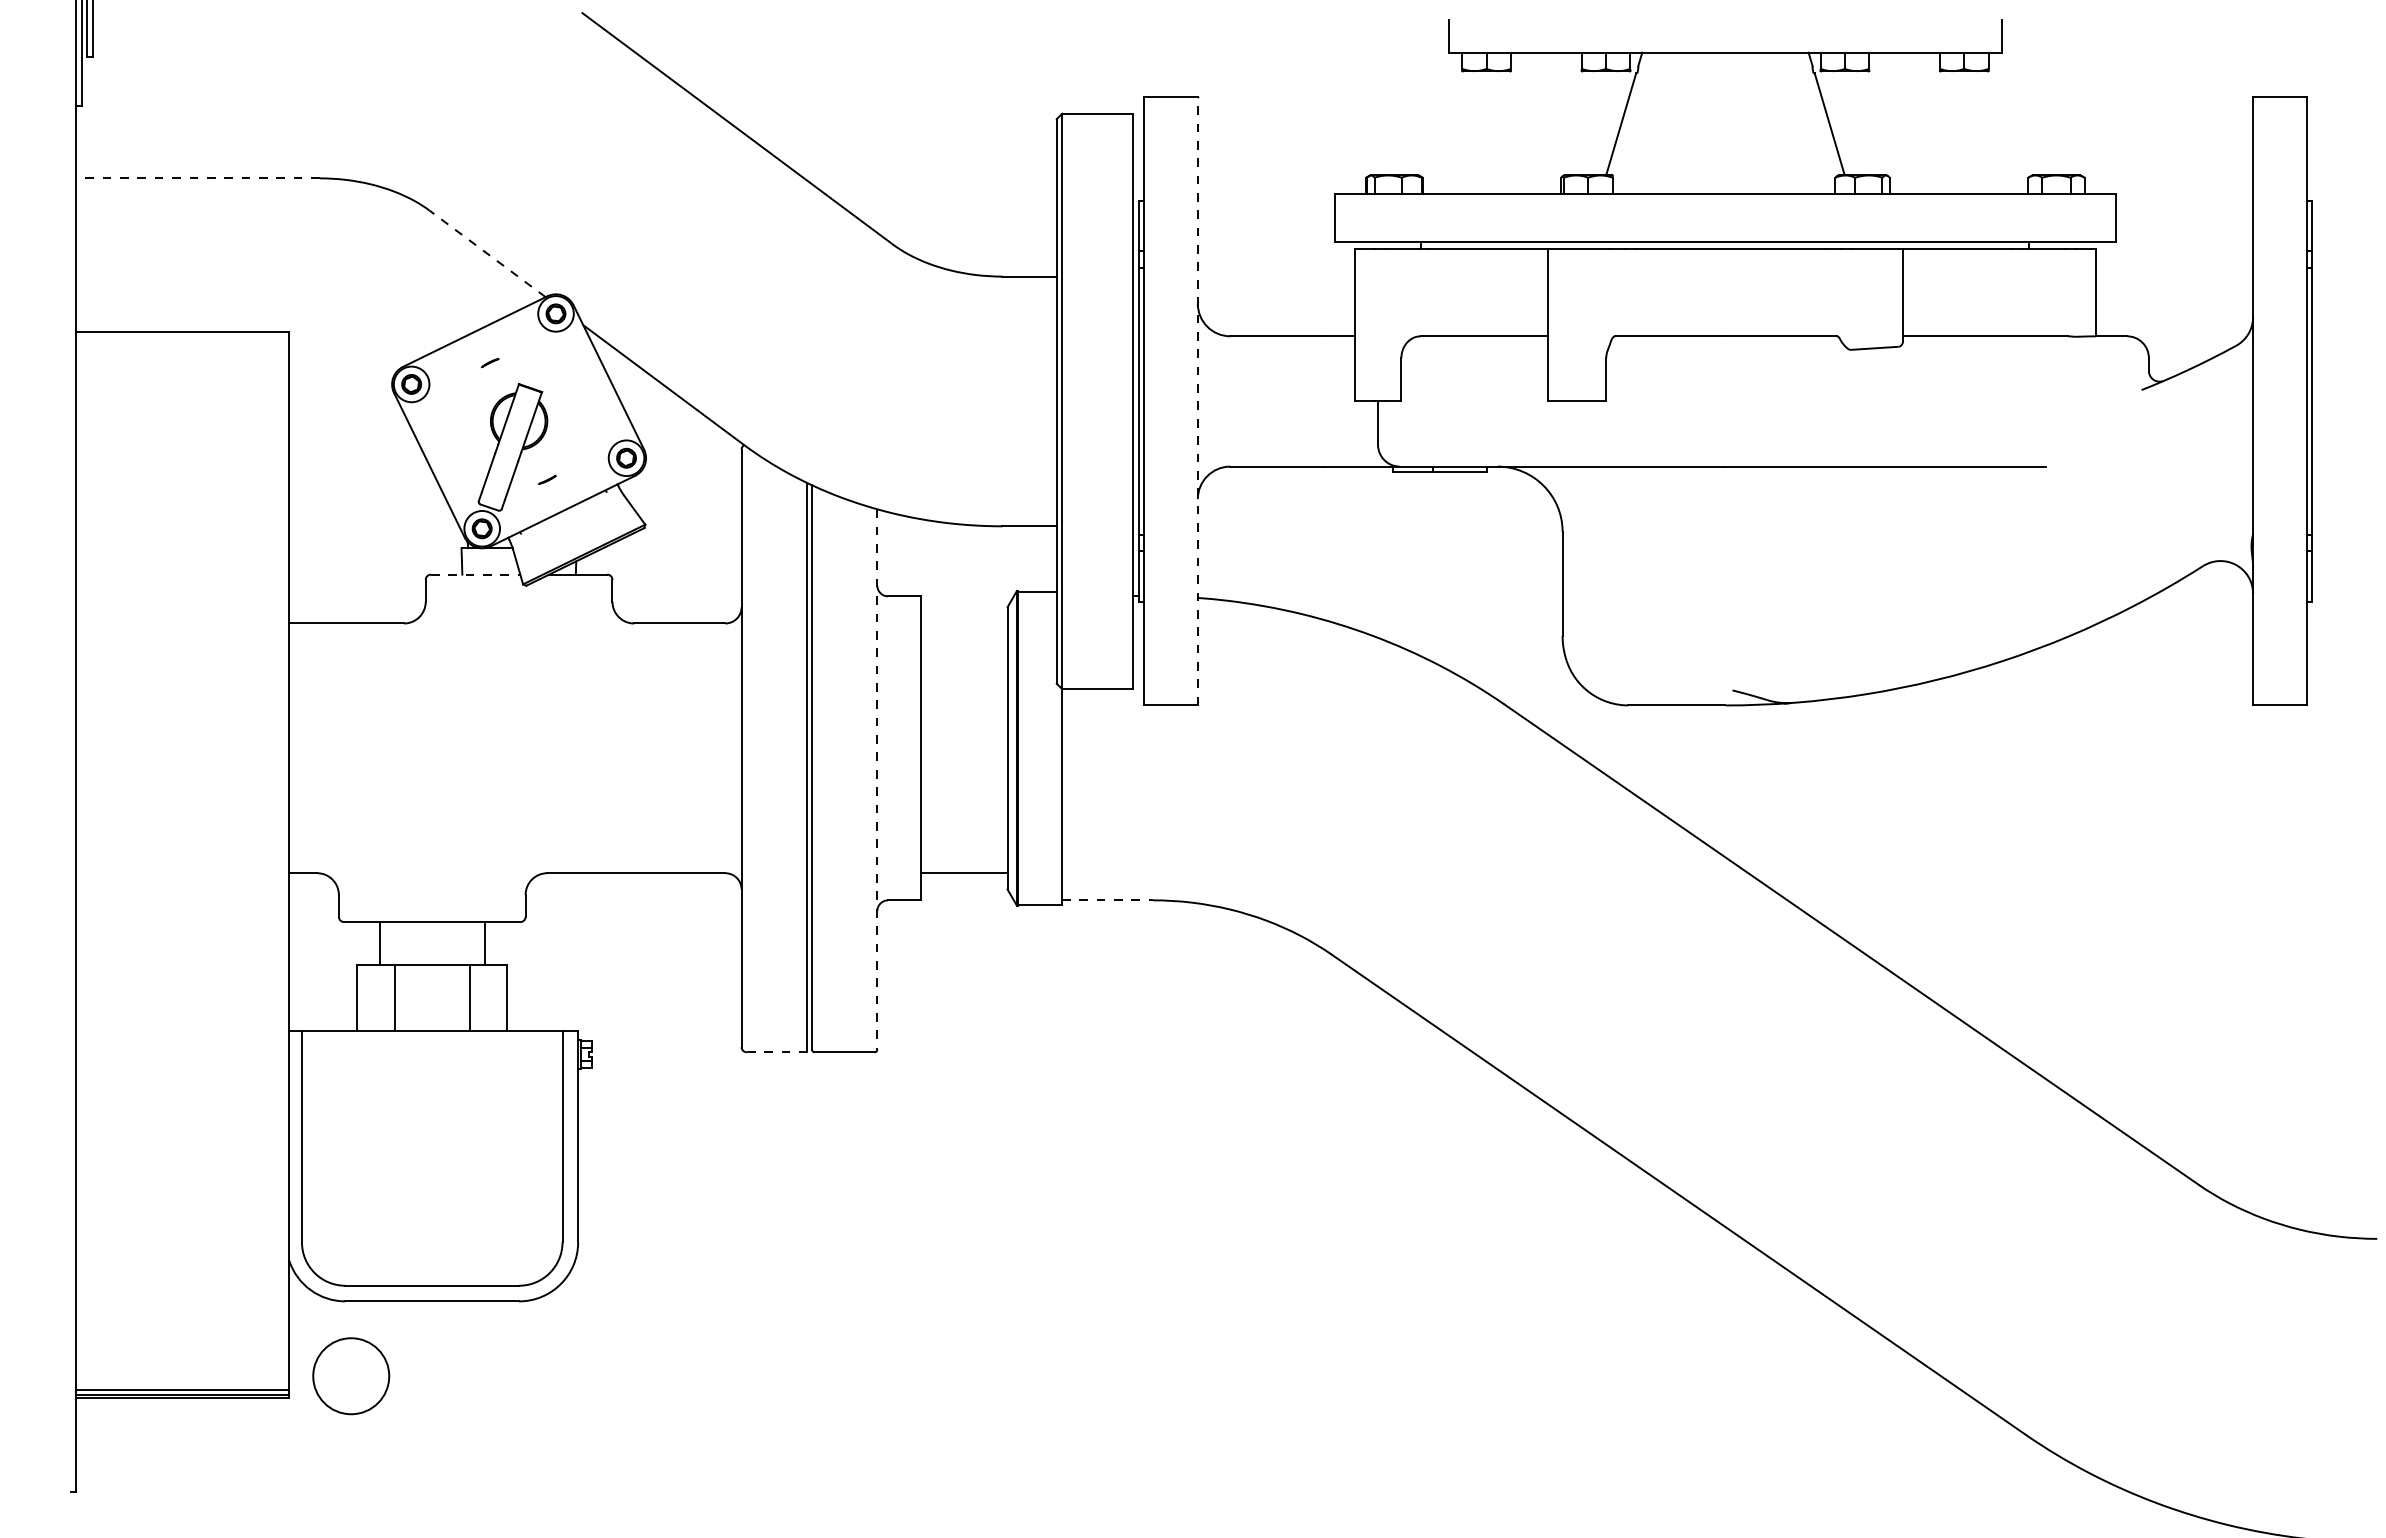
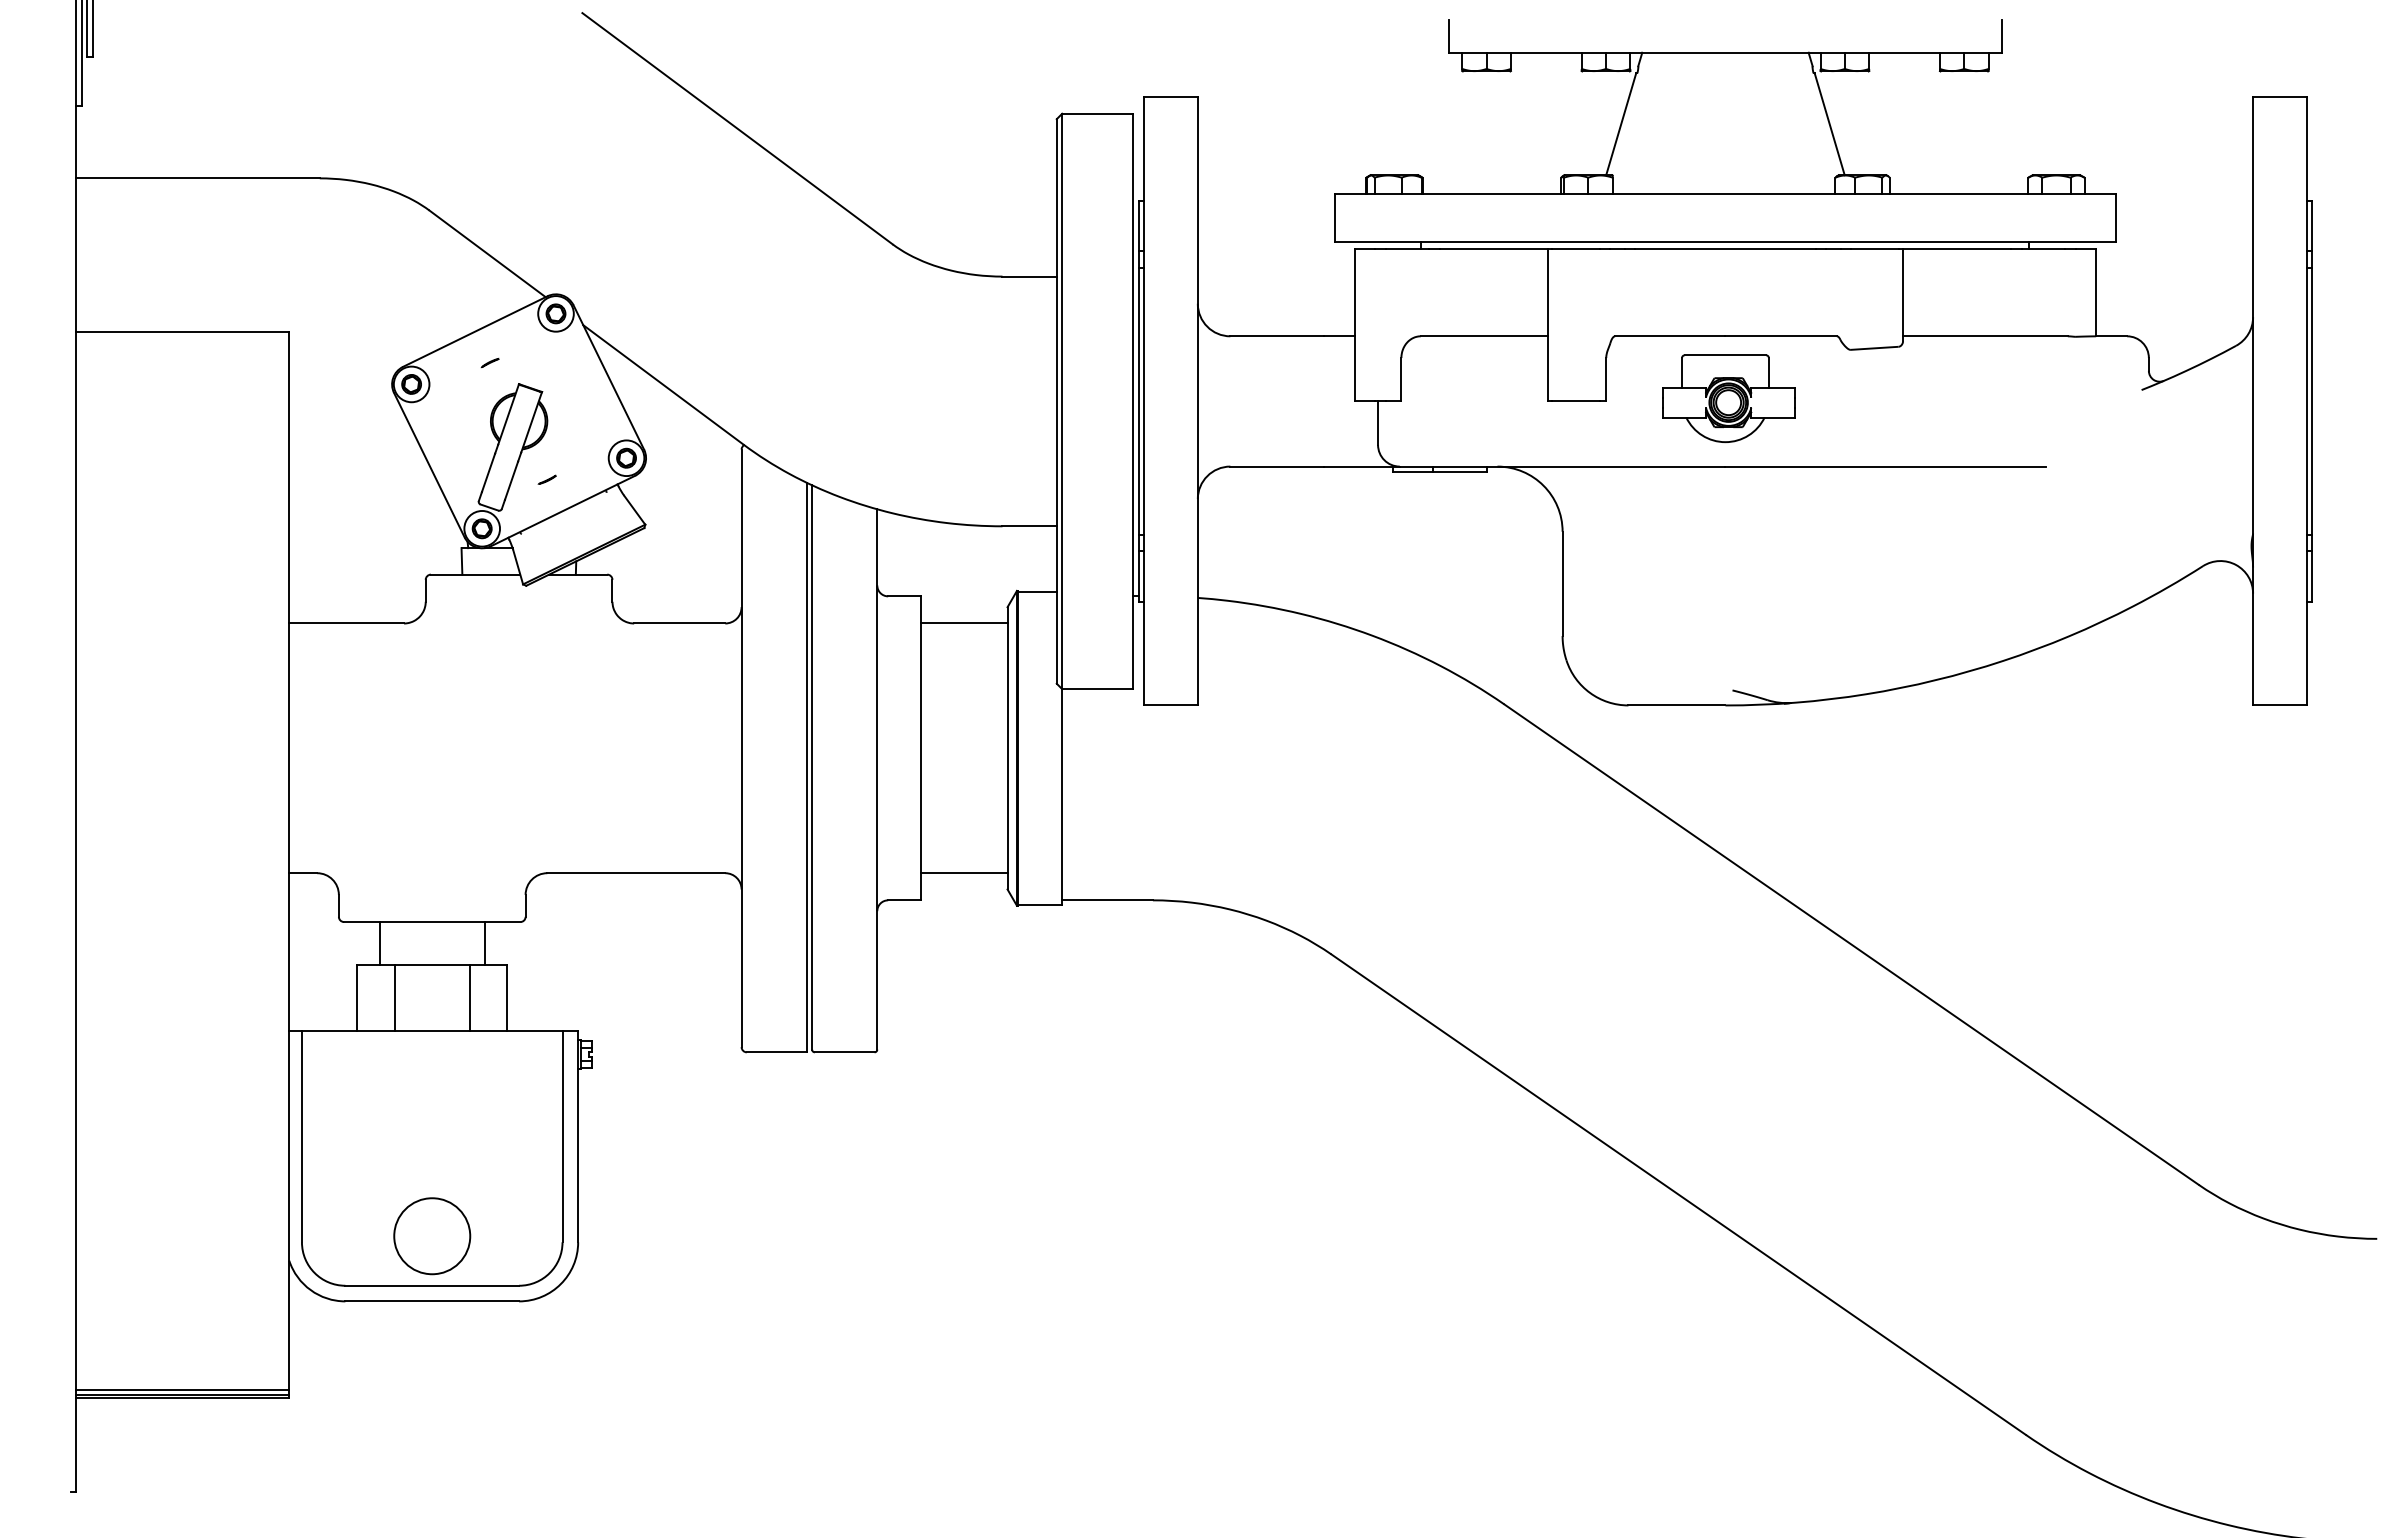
line at (197, 178): dashed -> solid
line at (487, 253): dashed -> solid
part at (1728, 398): none -> present
line at (1197, 401): dashed -> solid
line at (475, 574): dashed -> solid
line at (963, 623): none -> present
line at (877, 779): dashed -> solid
line at (1107, 900): dashed -> solid
line at (776, 1052): dashed -> solid
circle at (351, 1376) position: (351, 1376) -> (432, 1236)
